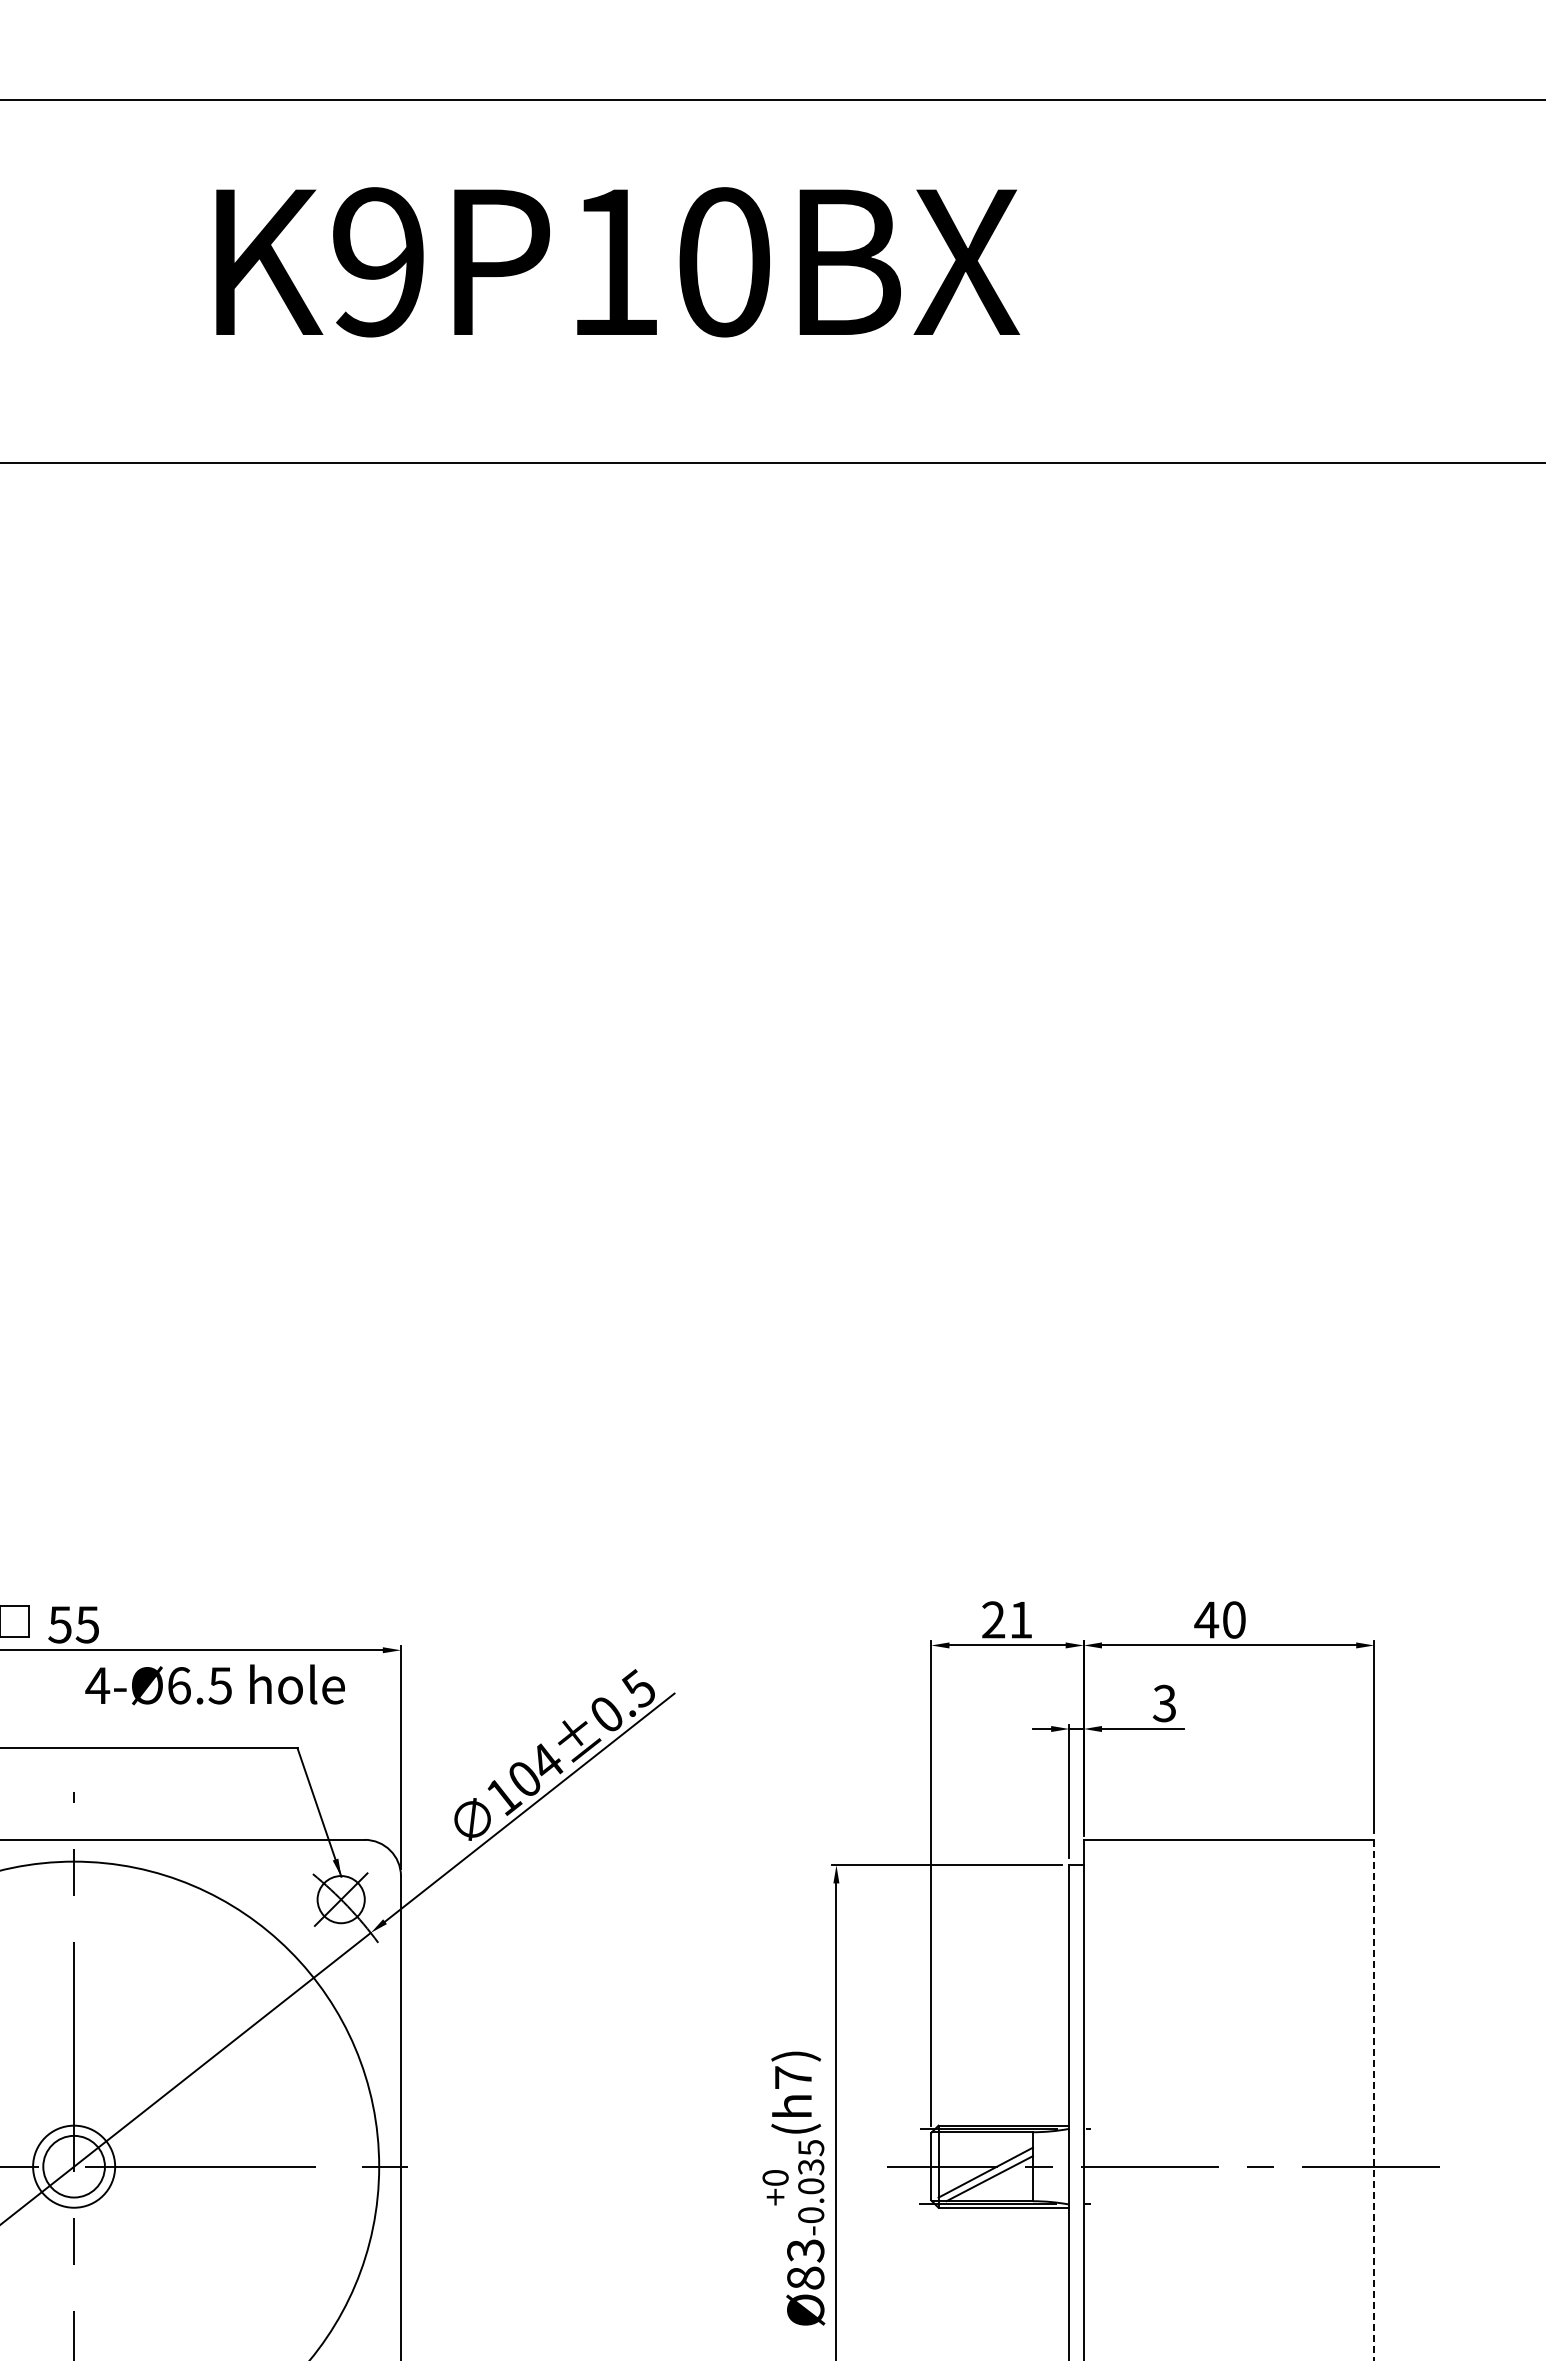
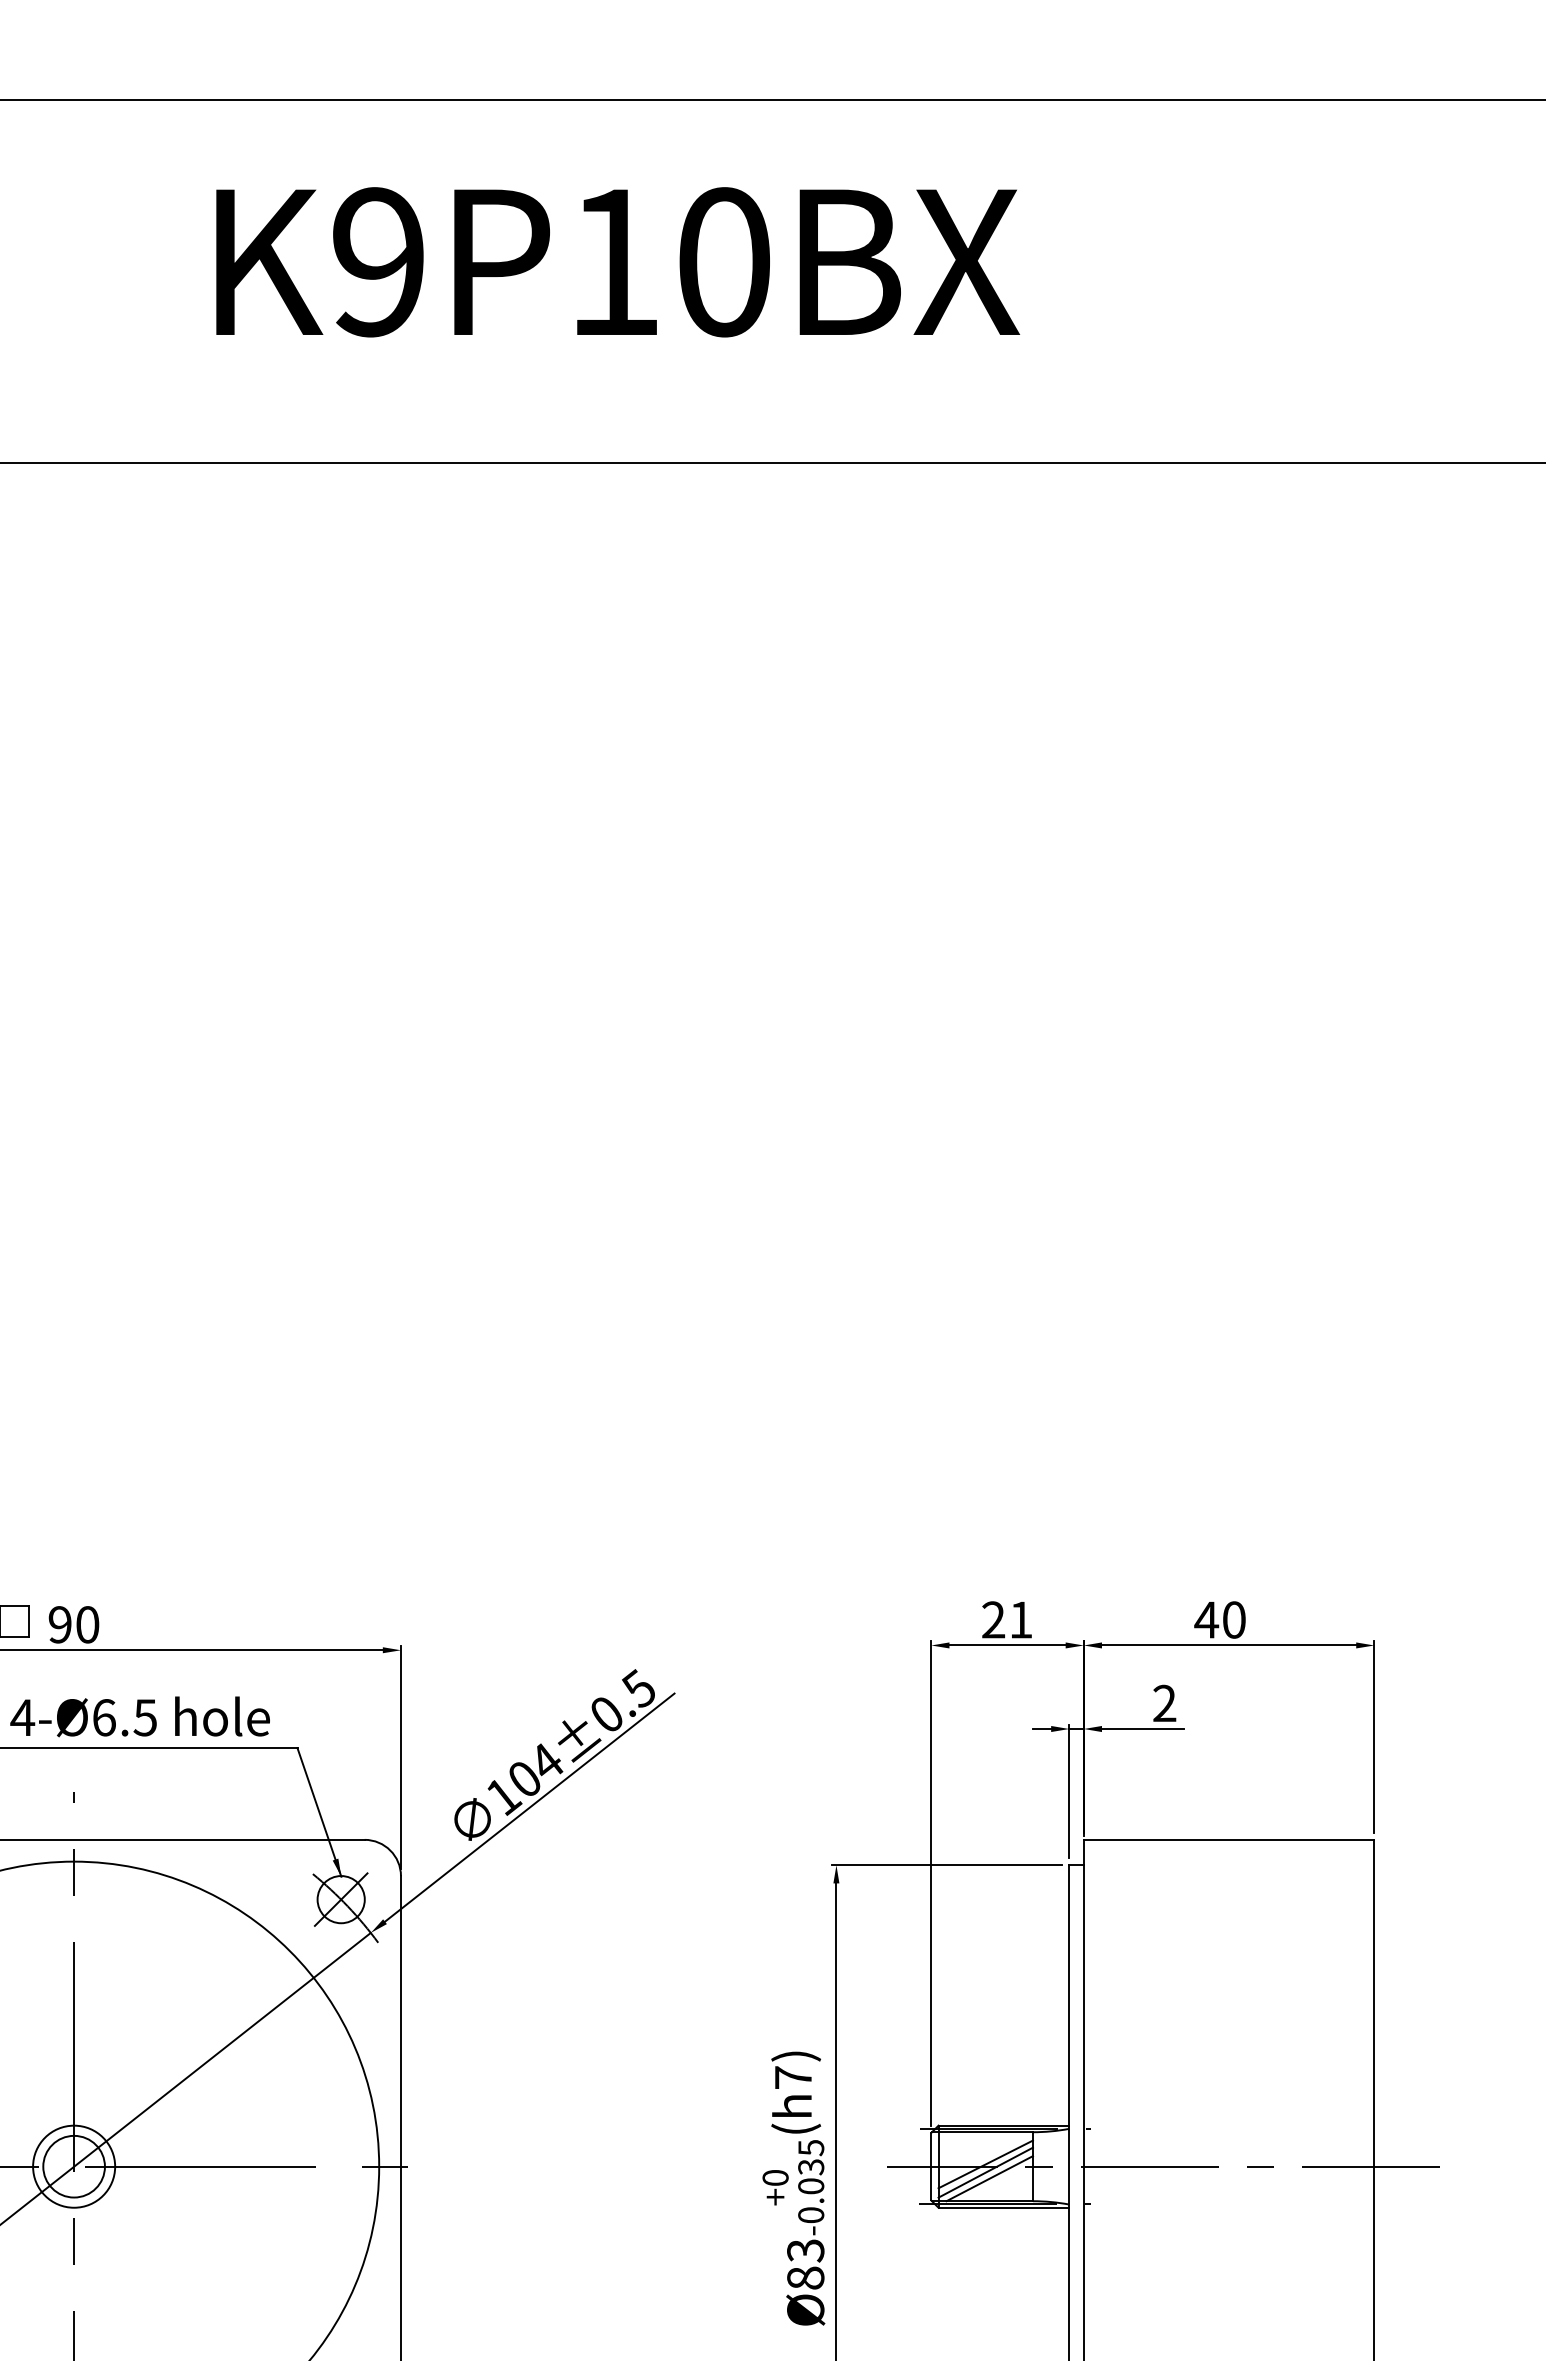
text at (73, 1624): 55 -> 90
text at (214, 1684) position: (214, 1684) -> (139, 1716)
text at (1164, 1703): 3 -> 2
line at (1374, 2100): dashed -> solid
line at (985, 2164): none -> present
